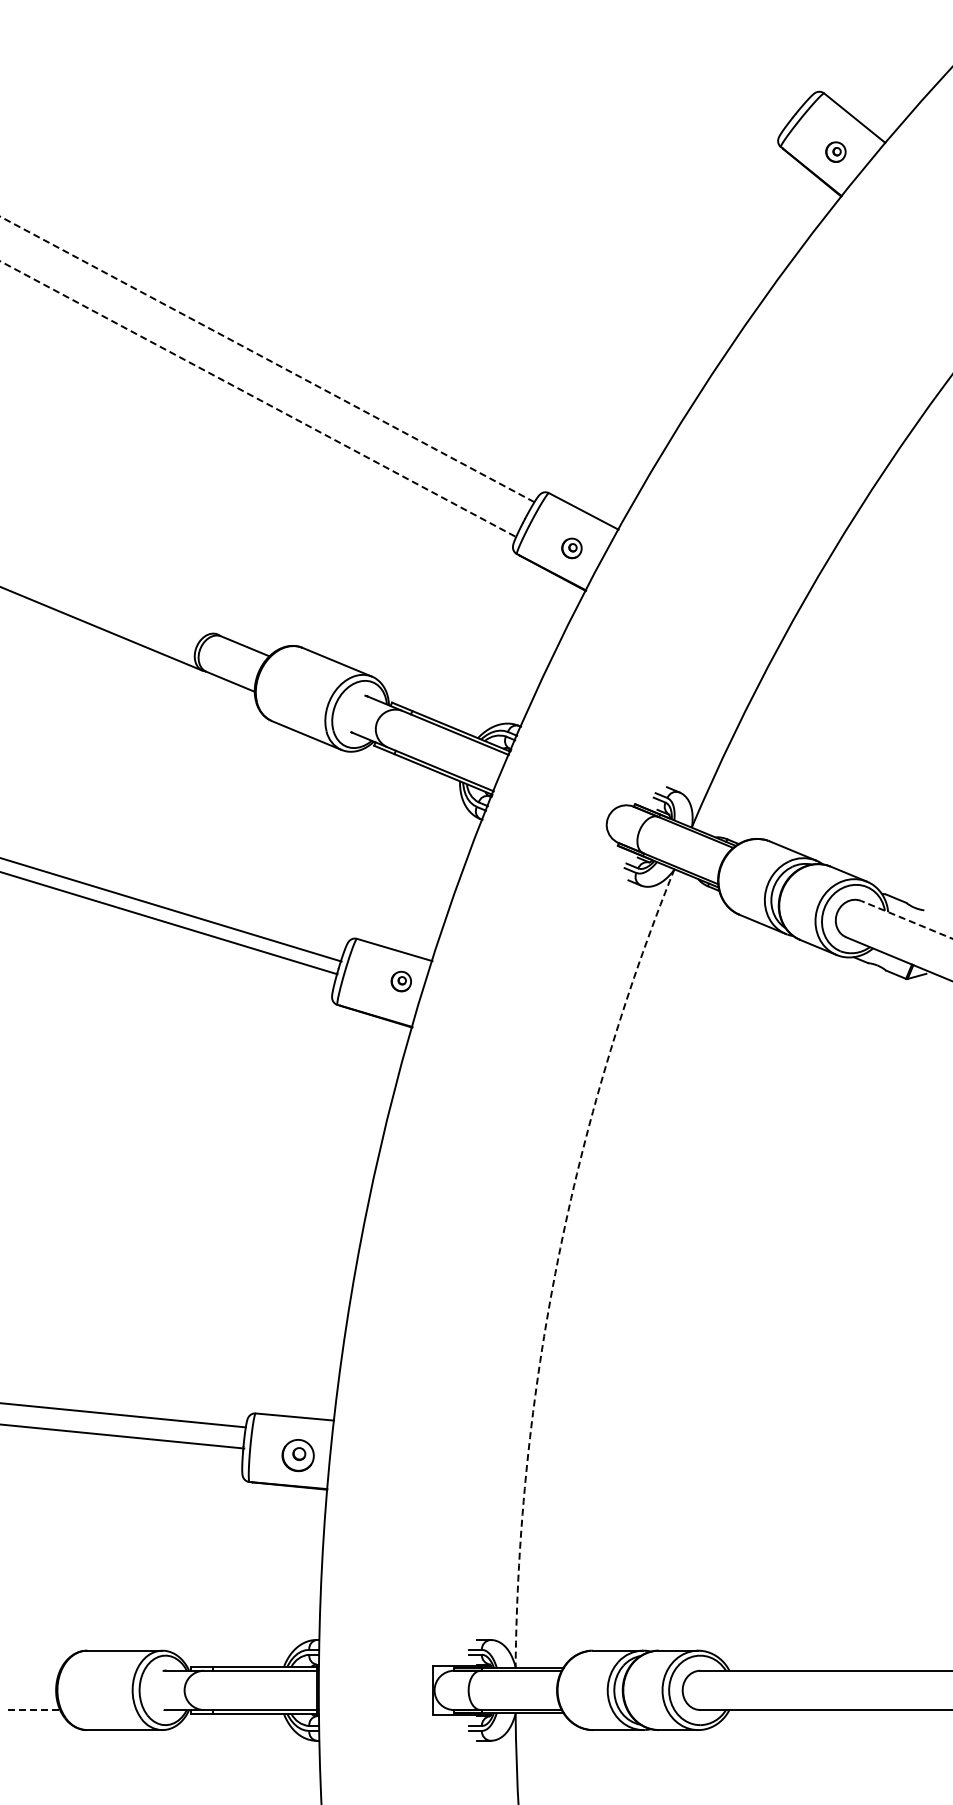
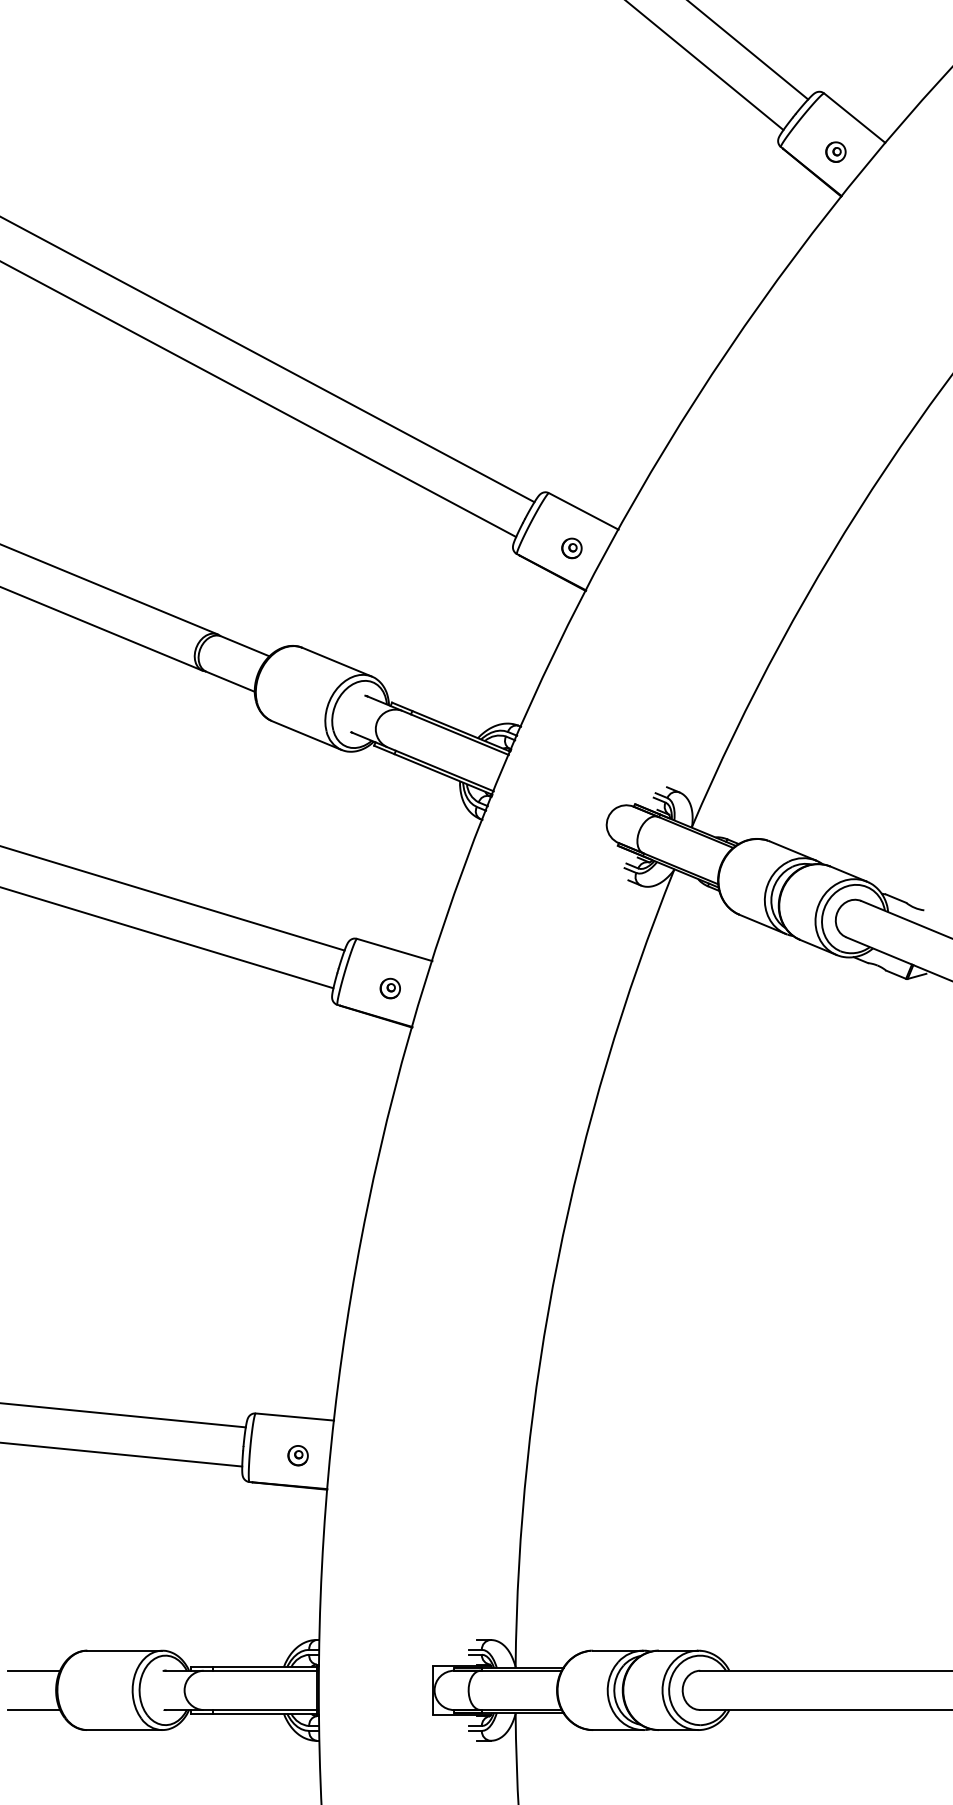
line at (748, 50): none -> present
line at (705, 66): none -> present
line at (267, 359): dashed -> solid
line at (258, 399): dashed -> solid
line at (109, 589): none -> present
line at (171, 909) position: (171, 909) -> (173, 898)
line at (906, 919): dashed -> solid
line at (169, 923) position: (169, 923) -> (167, 937)
part at (400, 981) position: (400, 981) -> (389, 988)
arc at (557, 1261): dashed -> solid
line at (123, 1436) position: (123, 1436) -> (122, 1454)
part at (297, 1455) size: 34x34 px -> 22x22 px
line at (33, 1671): none -> present
line at (34, 1709): dashed -> solid
